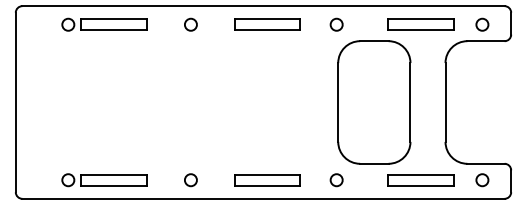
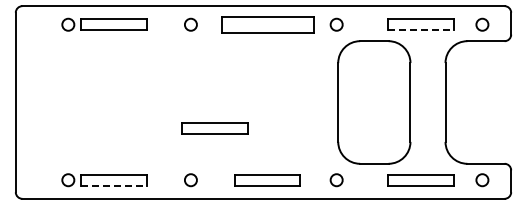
part at (267, 24) size: 67x13 px -> 94x18 px
line at (420, 30): solid -> dashed
part at (214, 128): none -> present
line at (114, 185): solid -> dashed
